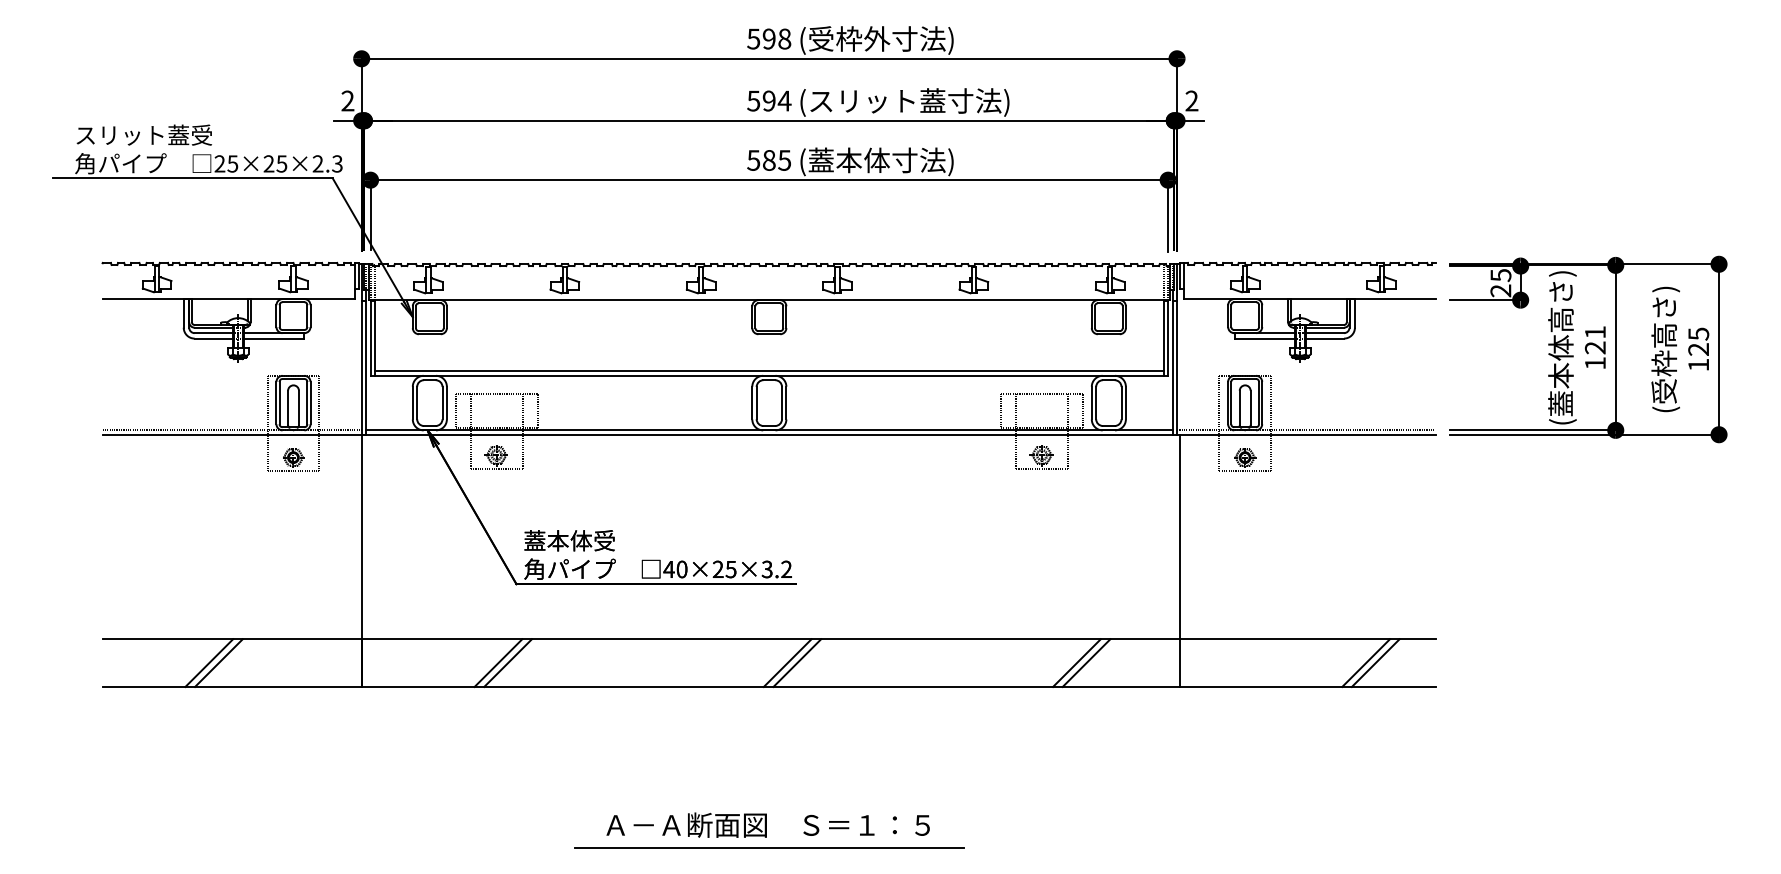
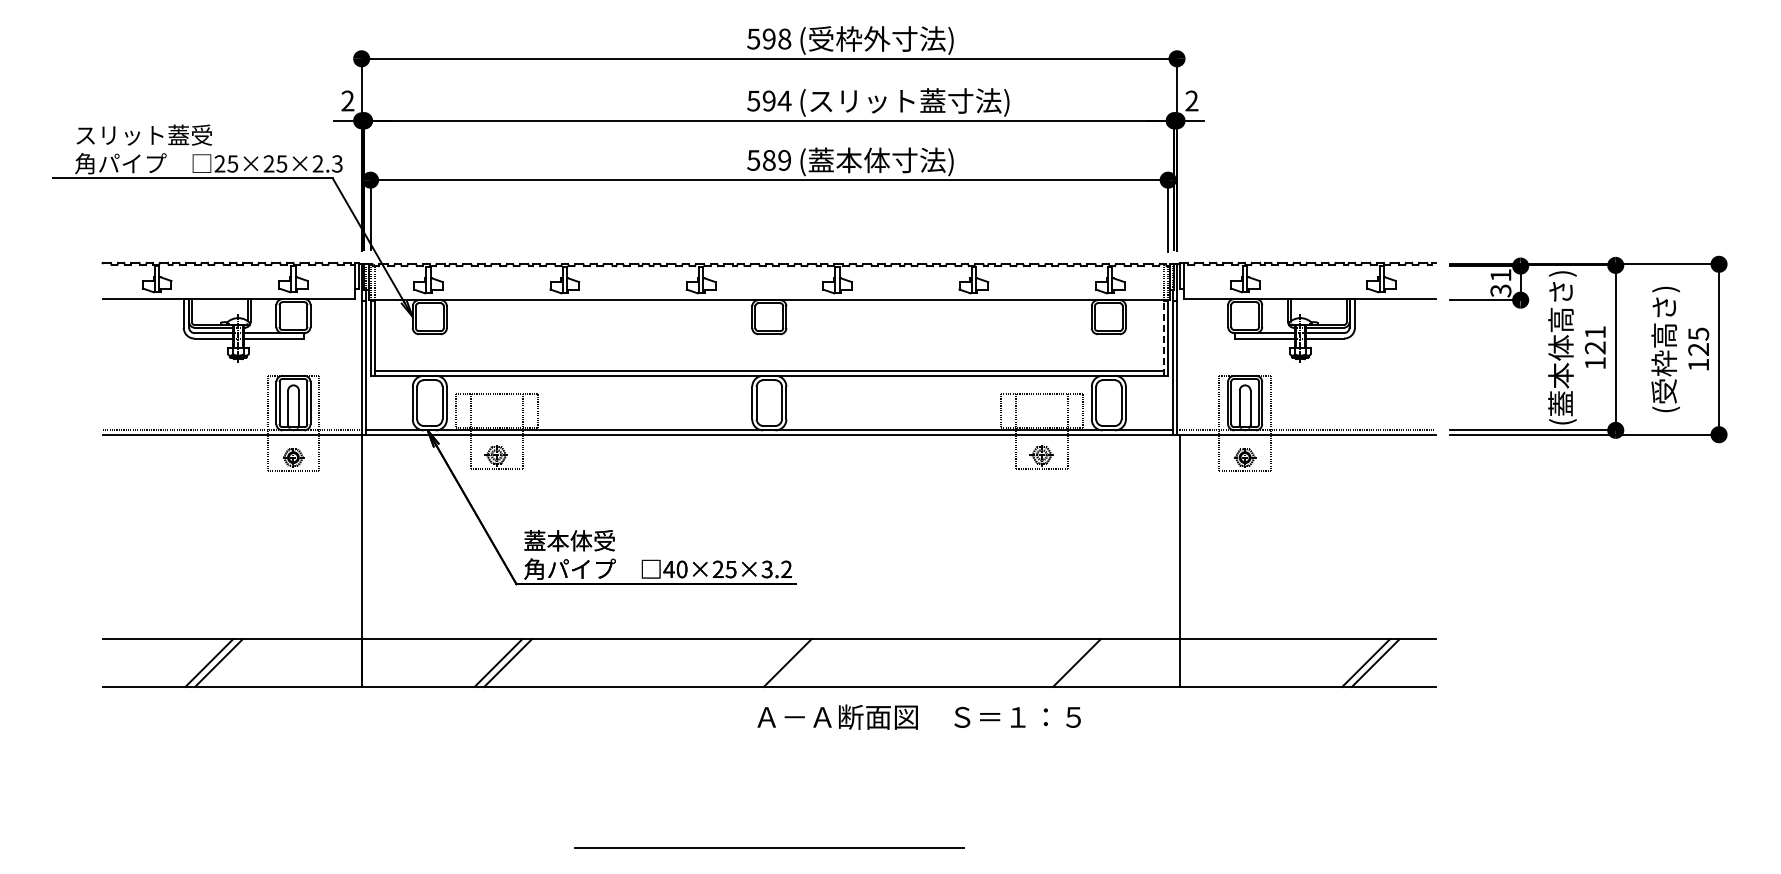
text at (784, 160): 585 -> 589
text at (1500, 283): 25 -> 31
line at (1163, 338): solid -> dashed
line at (797, 662): present -> none
line at (1086, 662): present -> none
text at (767, 824) position: (767, 824) -> (918, 716)
